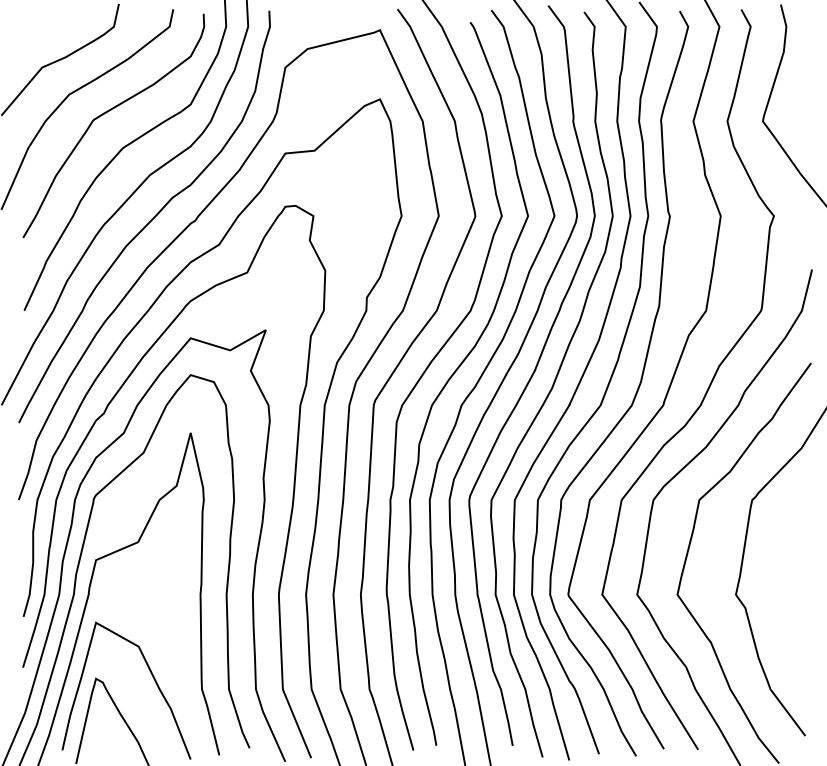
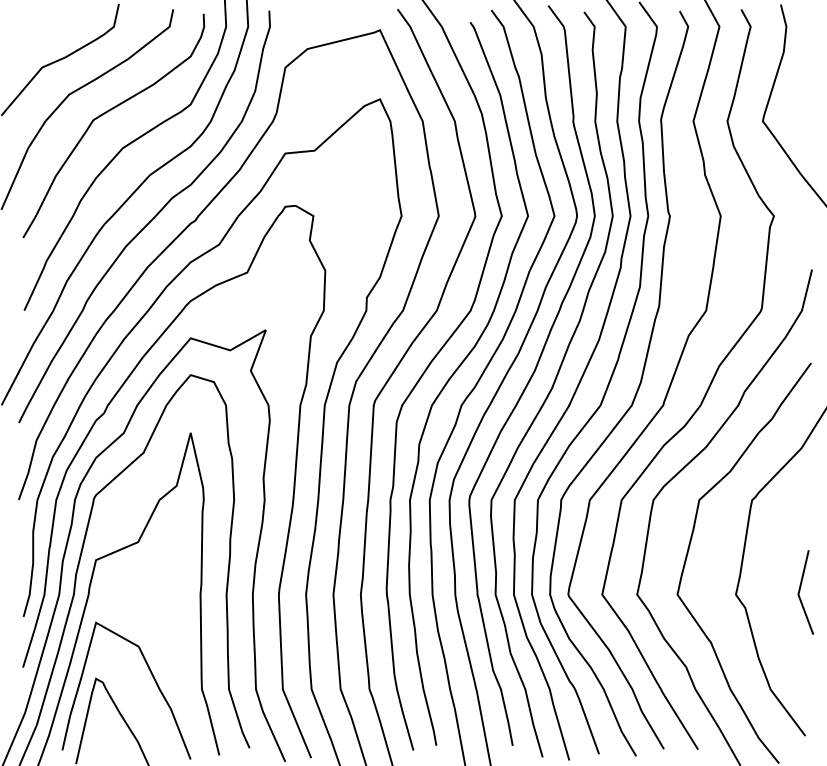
line at (800, 591): none -> present
